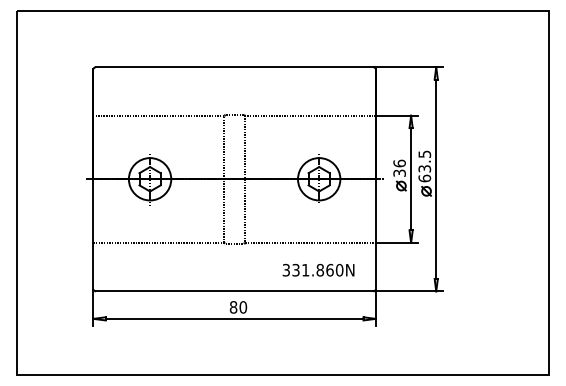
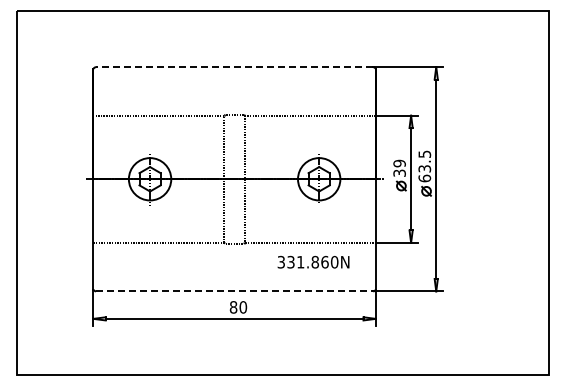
line at (234, 67): solid -> dashed
text at (399, 163): 36 -> 39
text at (318, 269) position: (318, 269) -> (313, 261)
line at (234, 291): solid -> dashed
